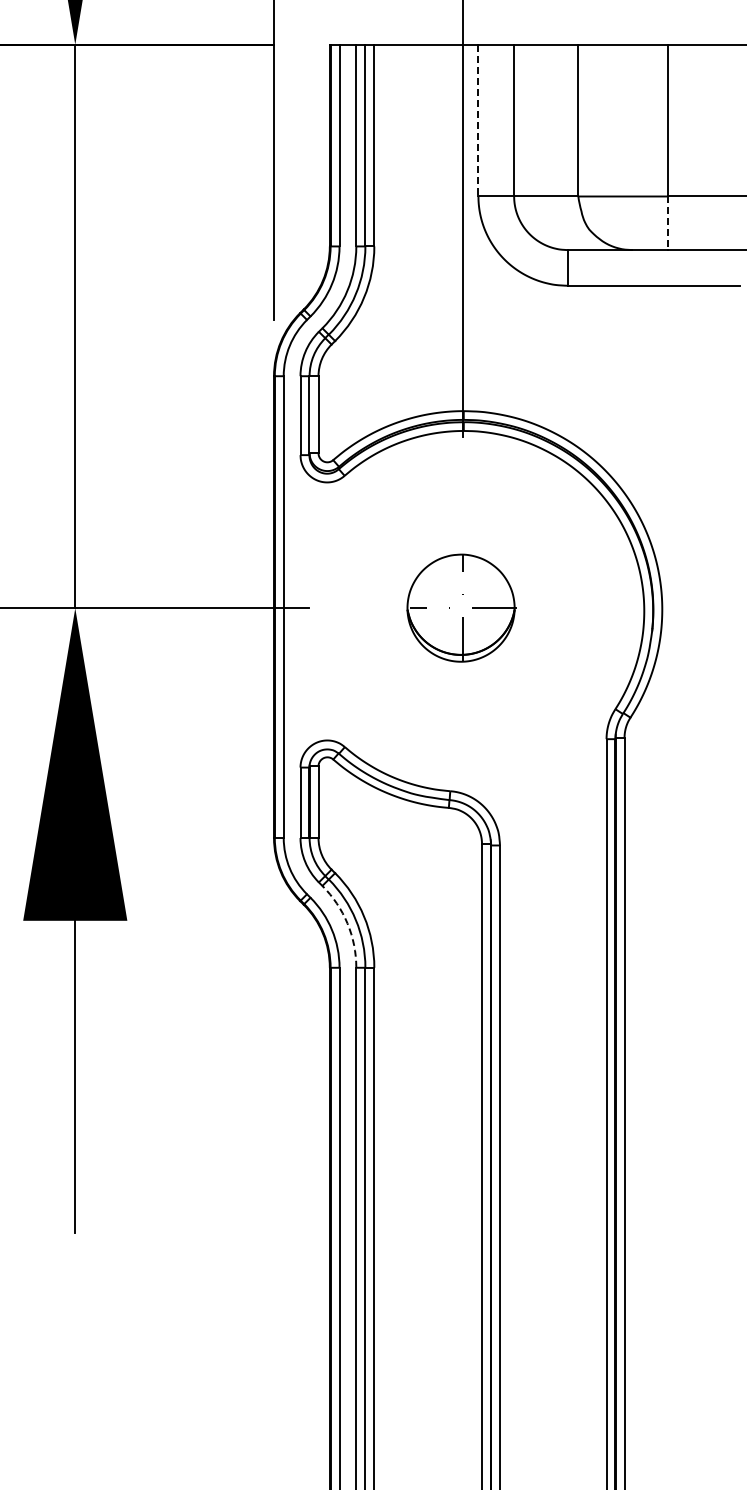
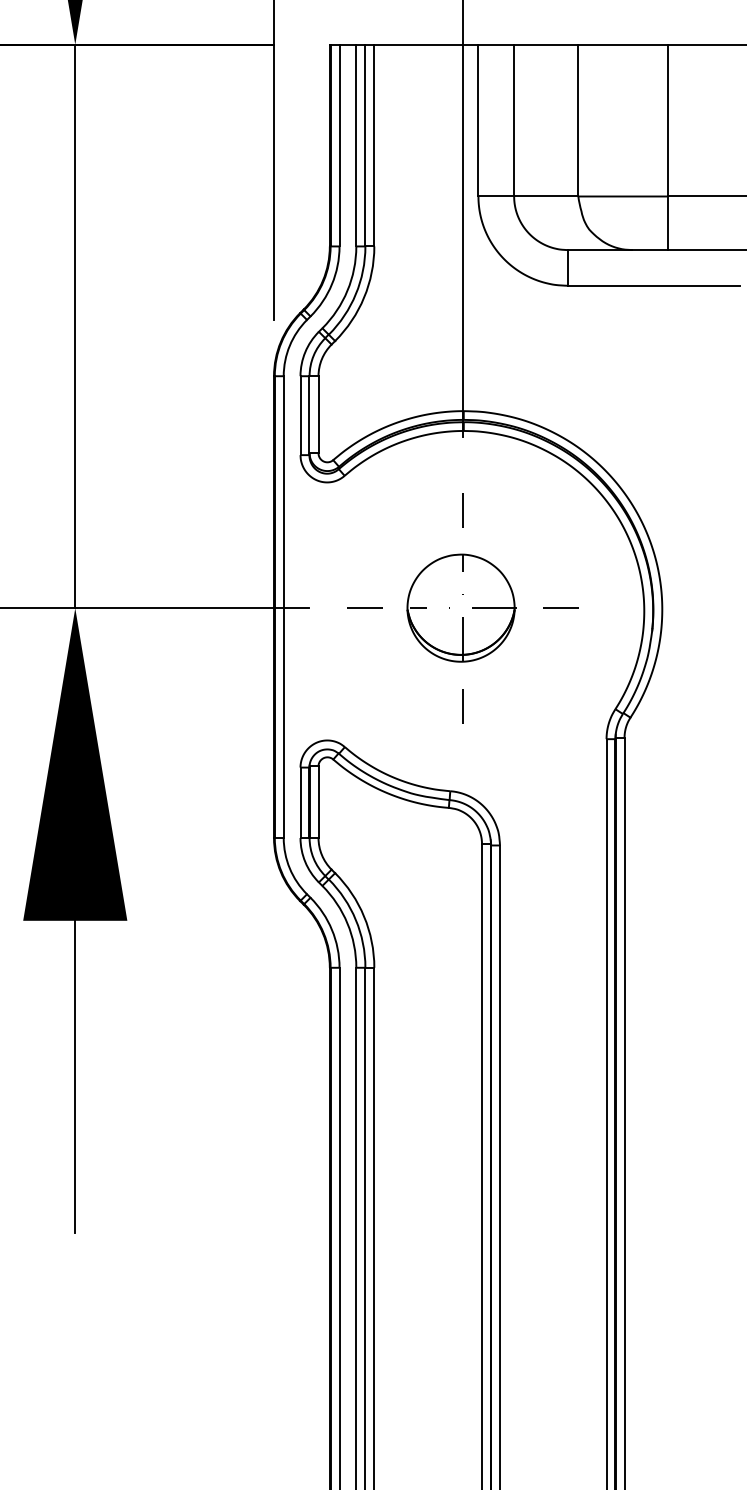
line at (478, 120): dashed -> solid
line at (667, 223): dashed -> solid
line at (462, 510): none -> present
line at (364, 608): none -> present
line at (560, 608): none -> present
line at (463, 705): none -> present
arc at (347, 923): dashed -> solid
